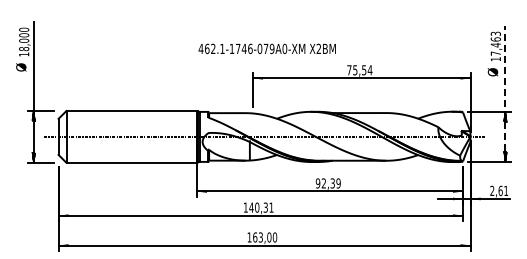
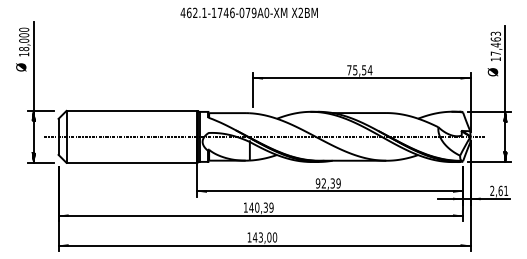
text at (266, 48) position: (266, 48) -> (248, 12)
line at (505, 93): dashed -> solid
text at (271, 207): 140,31 -> 140,39
text at (254, 237): 163,00 -> 143,00
